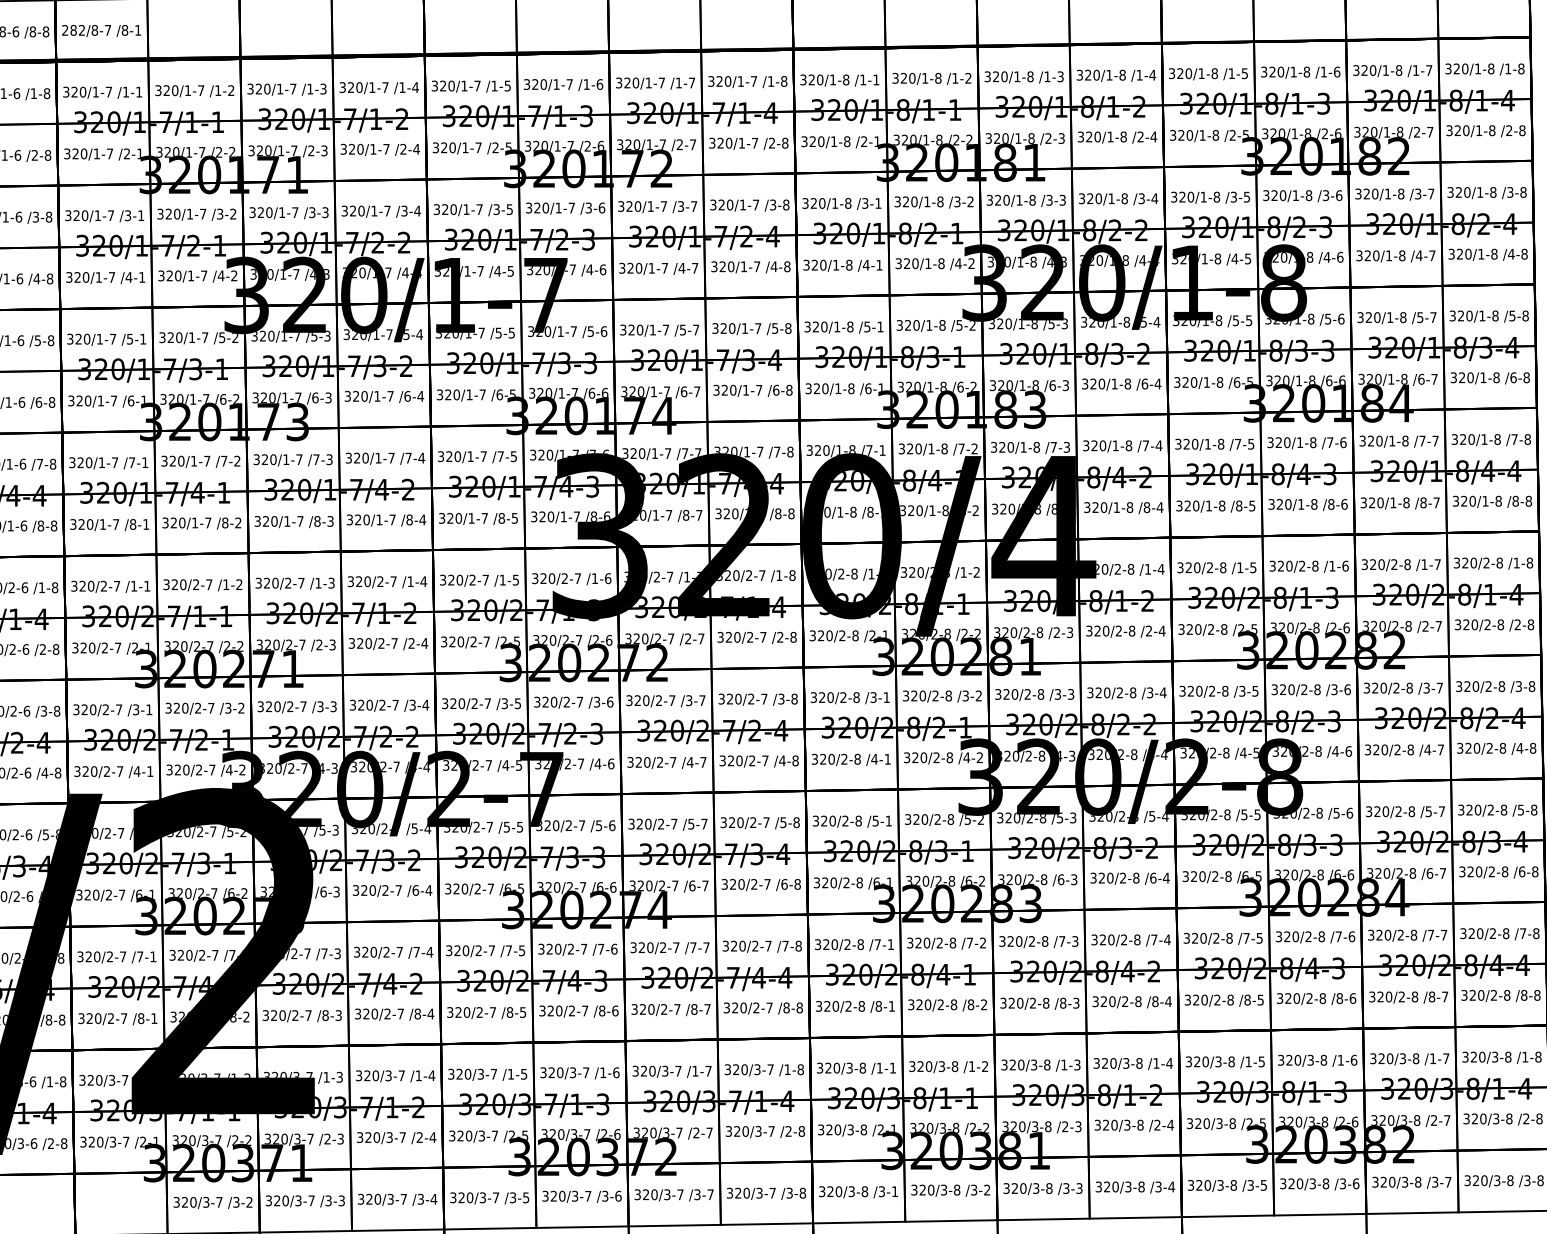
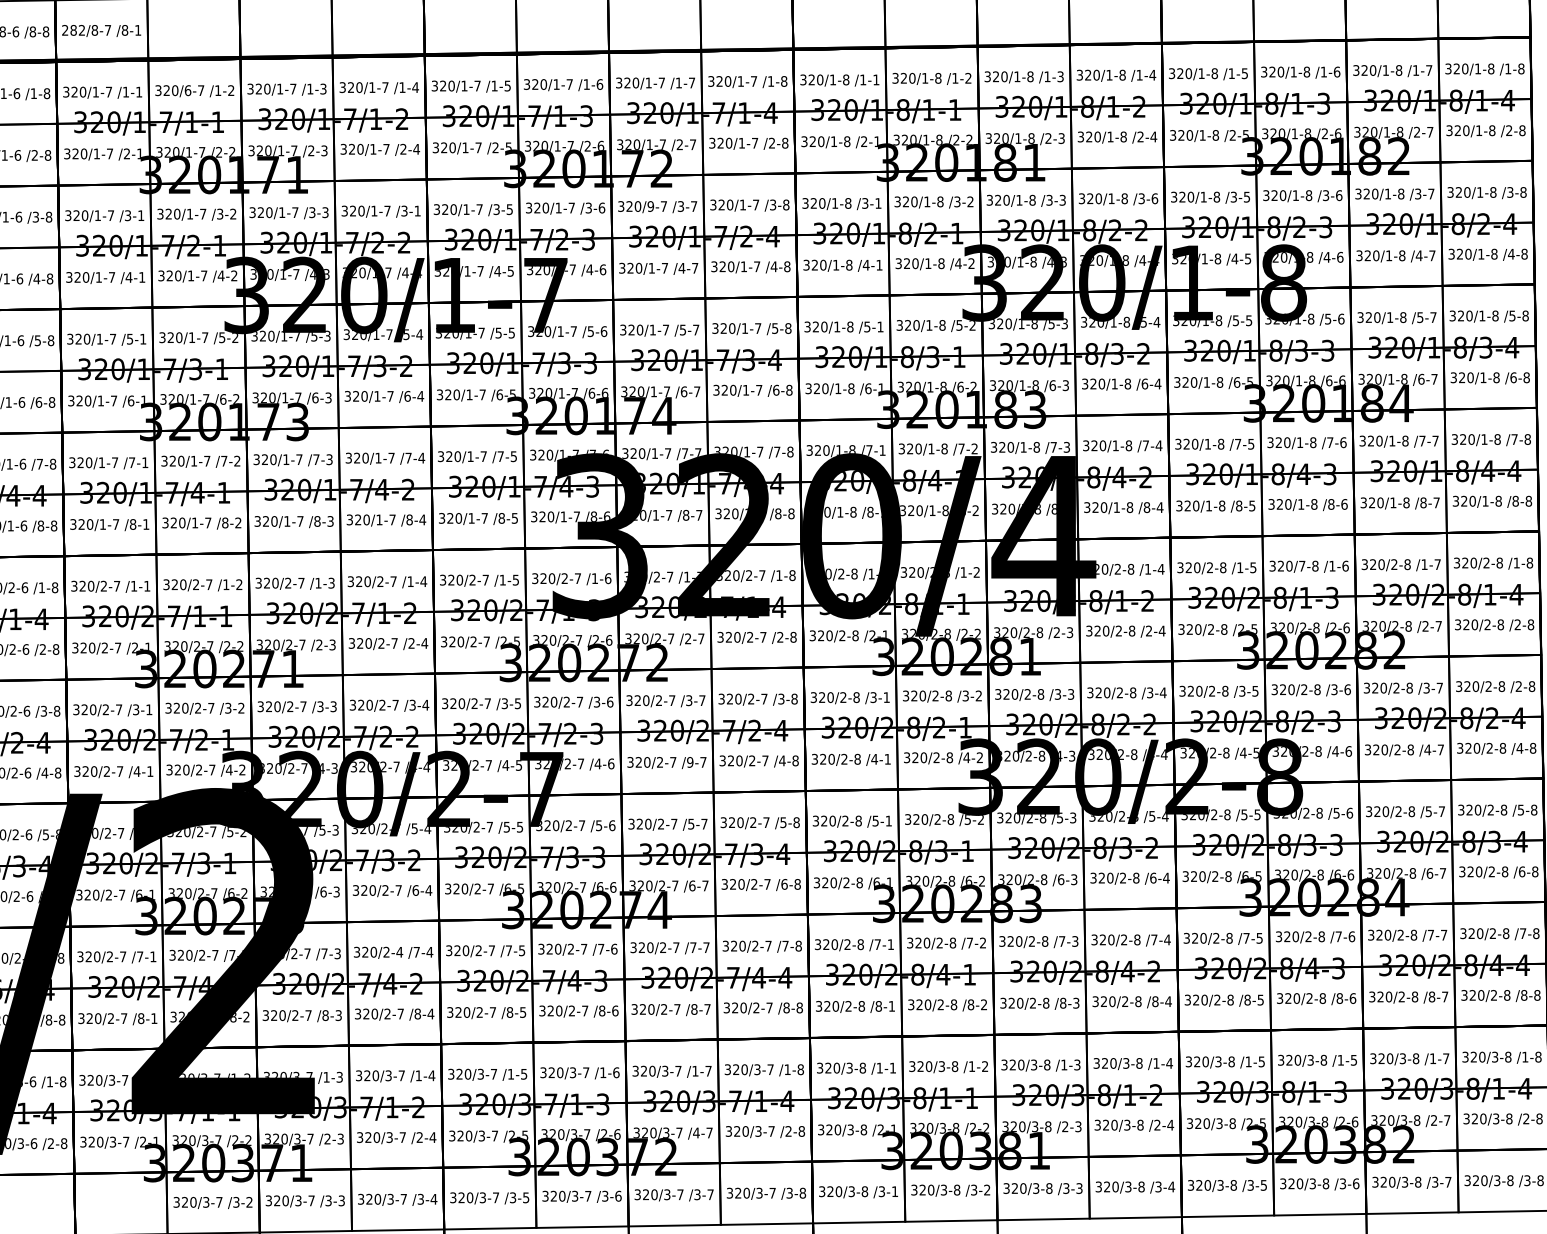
text at (187, 90): 320/1-7 -> 320/6-7
text at (1154, 198): /3-4 -> /3-6
text at (650, 206): 320/1-7 -> 320/9-7
text at (417, 210): /3-4 -> /3-1
text at (1302, 565): 320/2-8 -> 320/7-8
text at (1518, 686): /3-8 -> /2-8
text at (689, 762): /4-7 -> /9-7
text at (399, 952): 320/2-7 -> 320/2-4
text at (1353, 1059): /1-6 -> /1-5
text at (696, 1132): /2-7 -> /4-7
